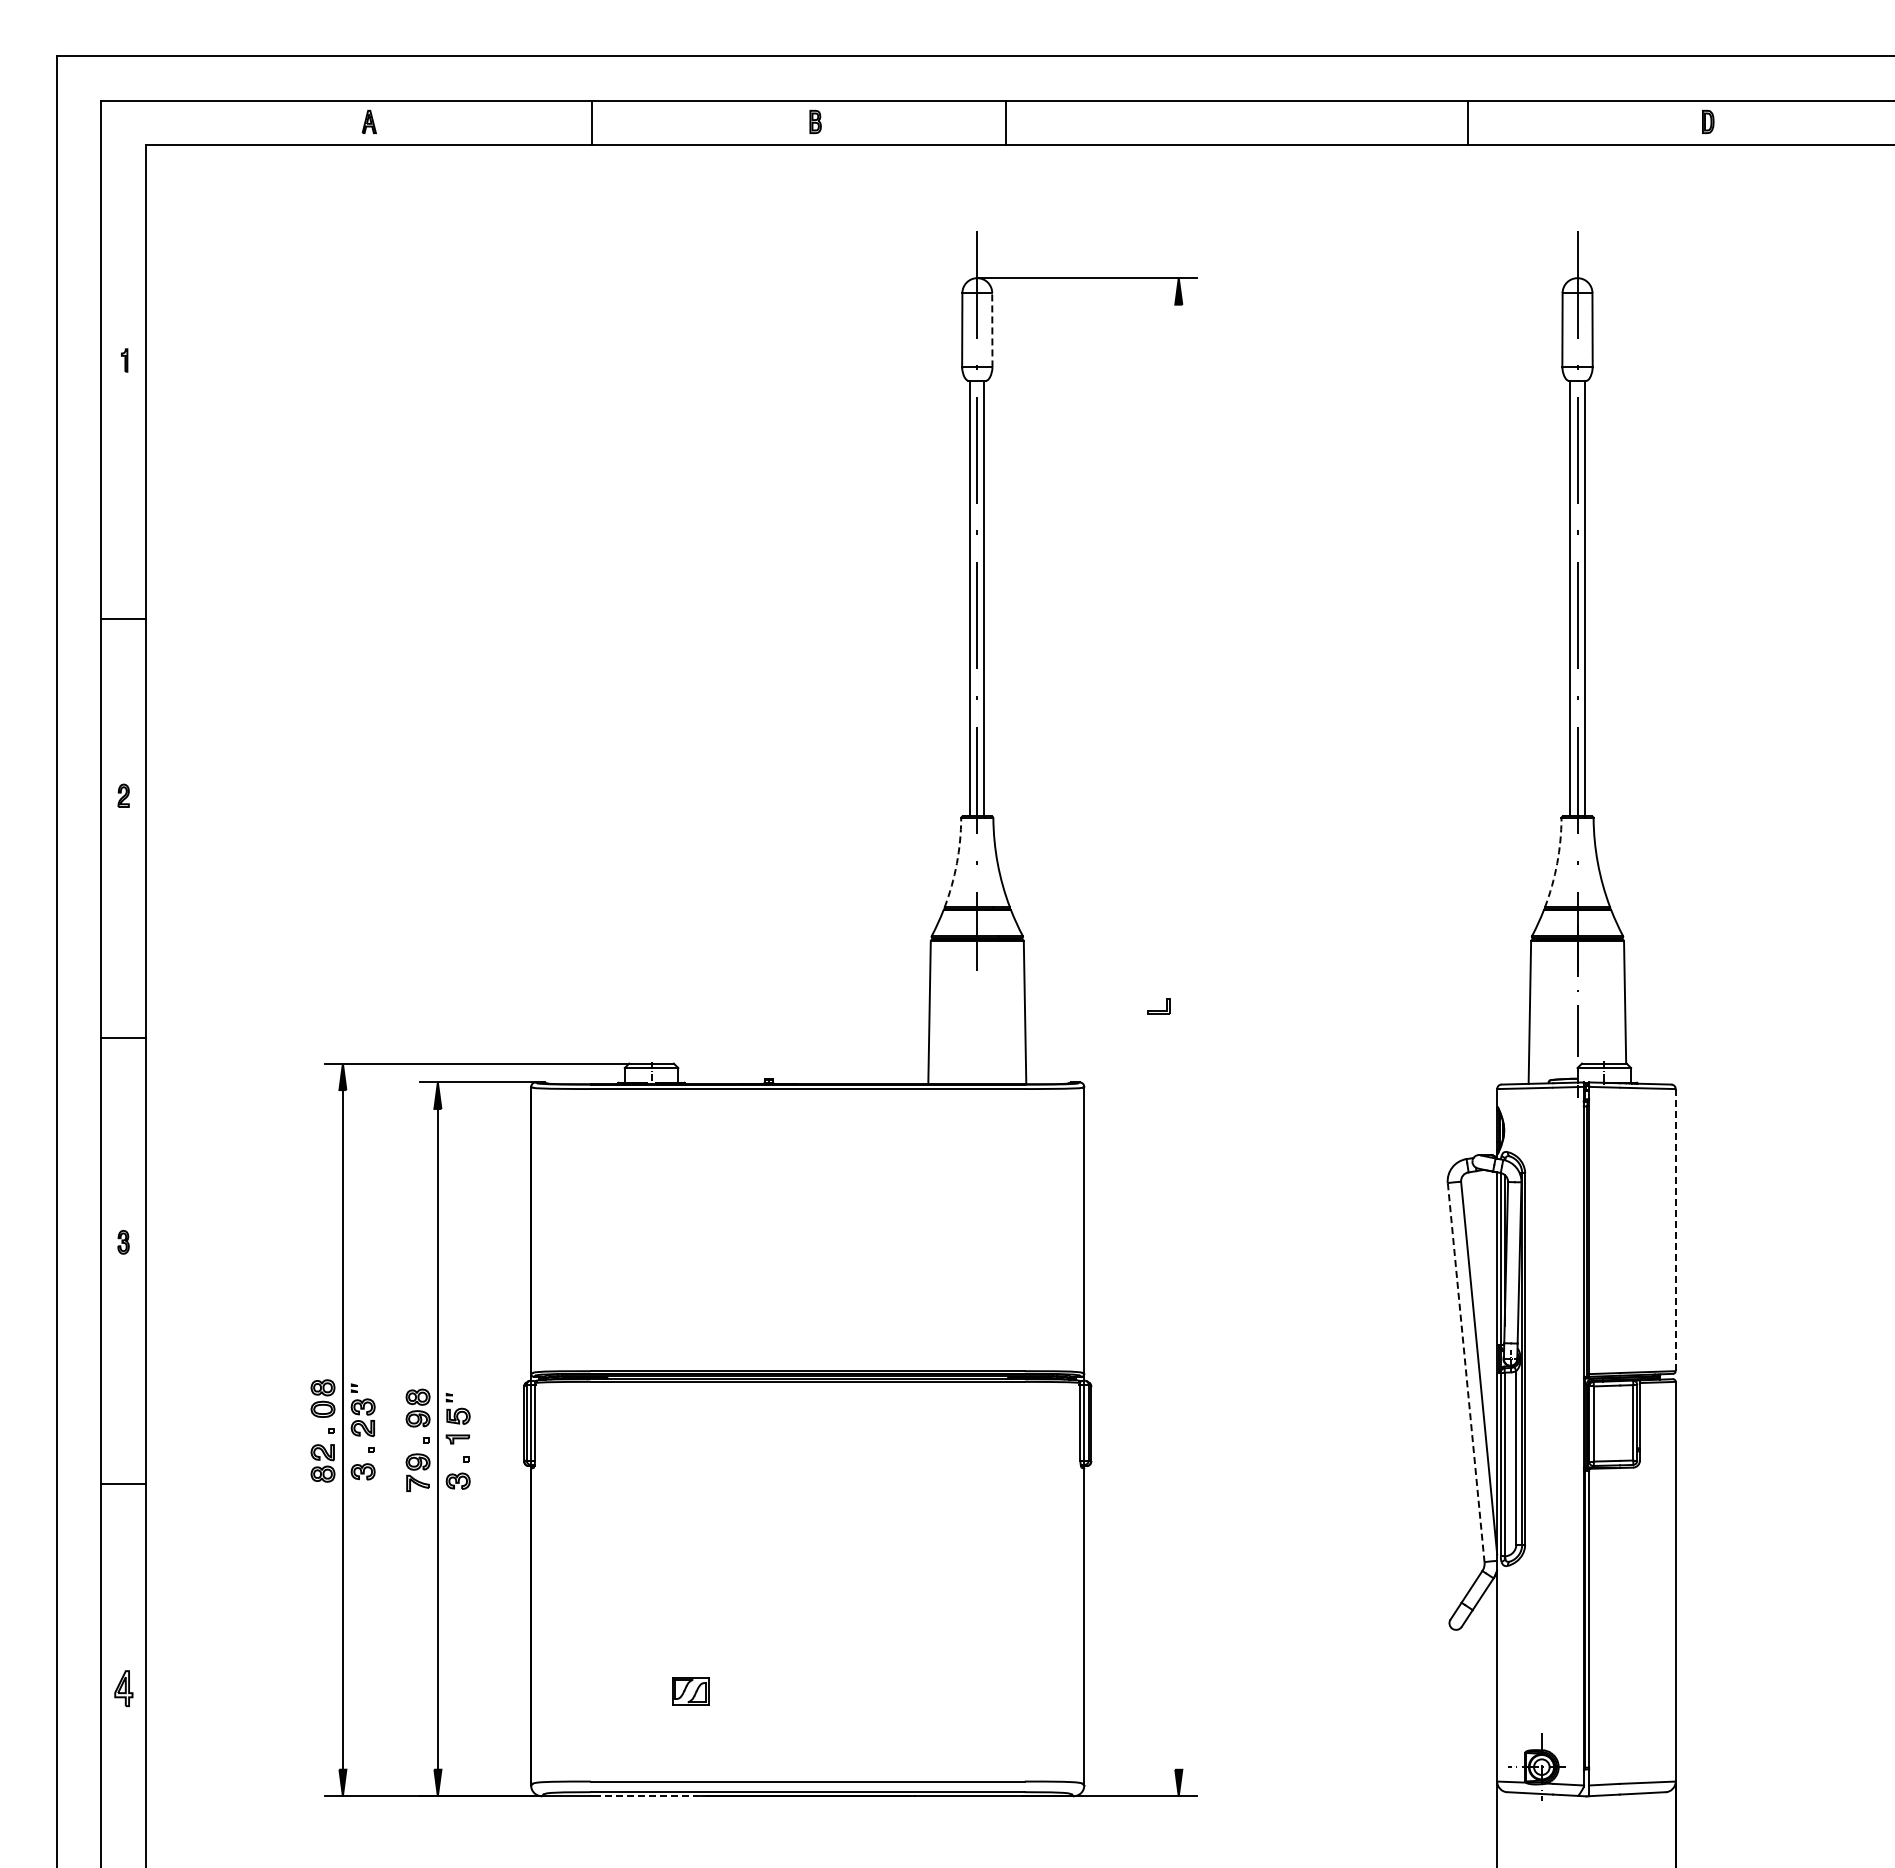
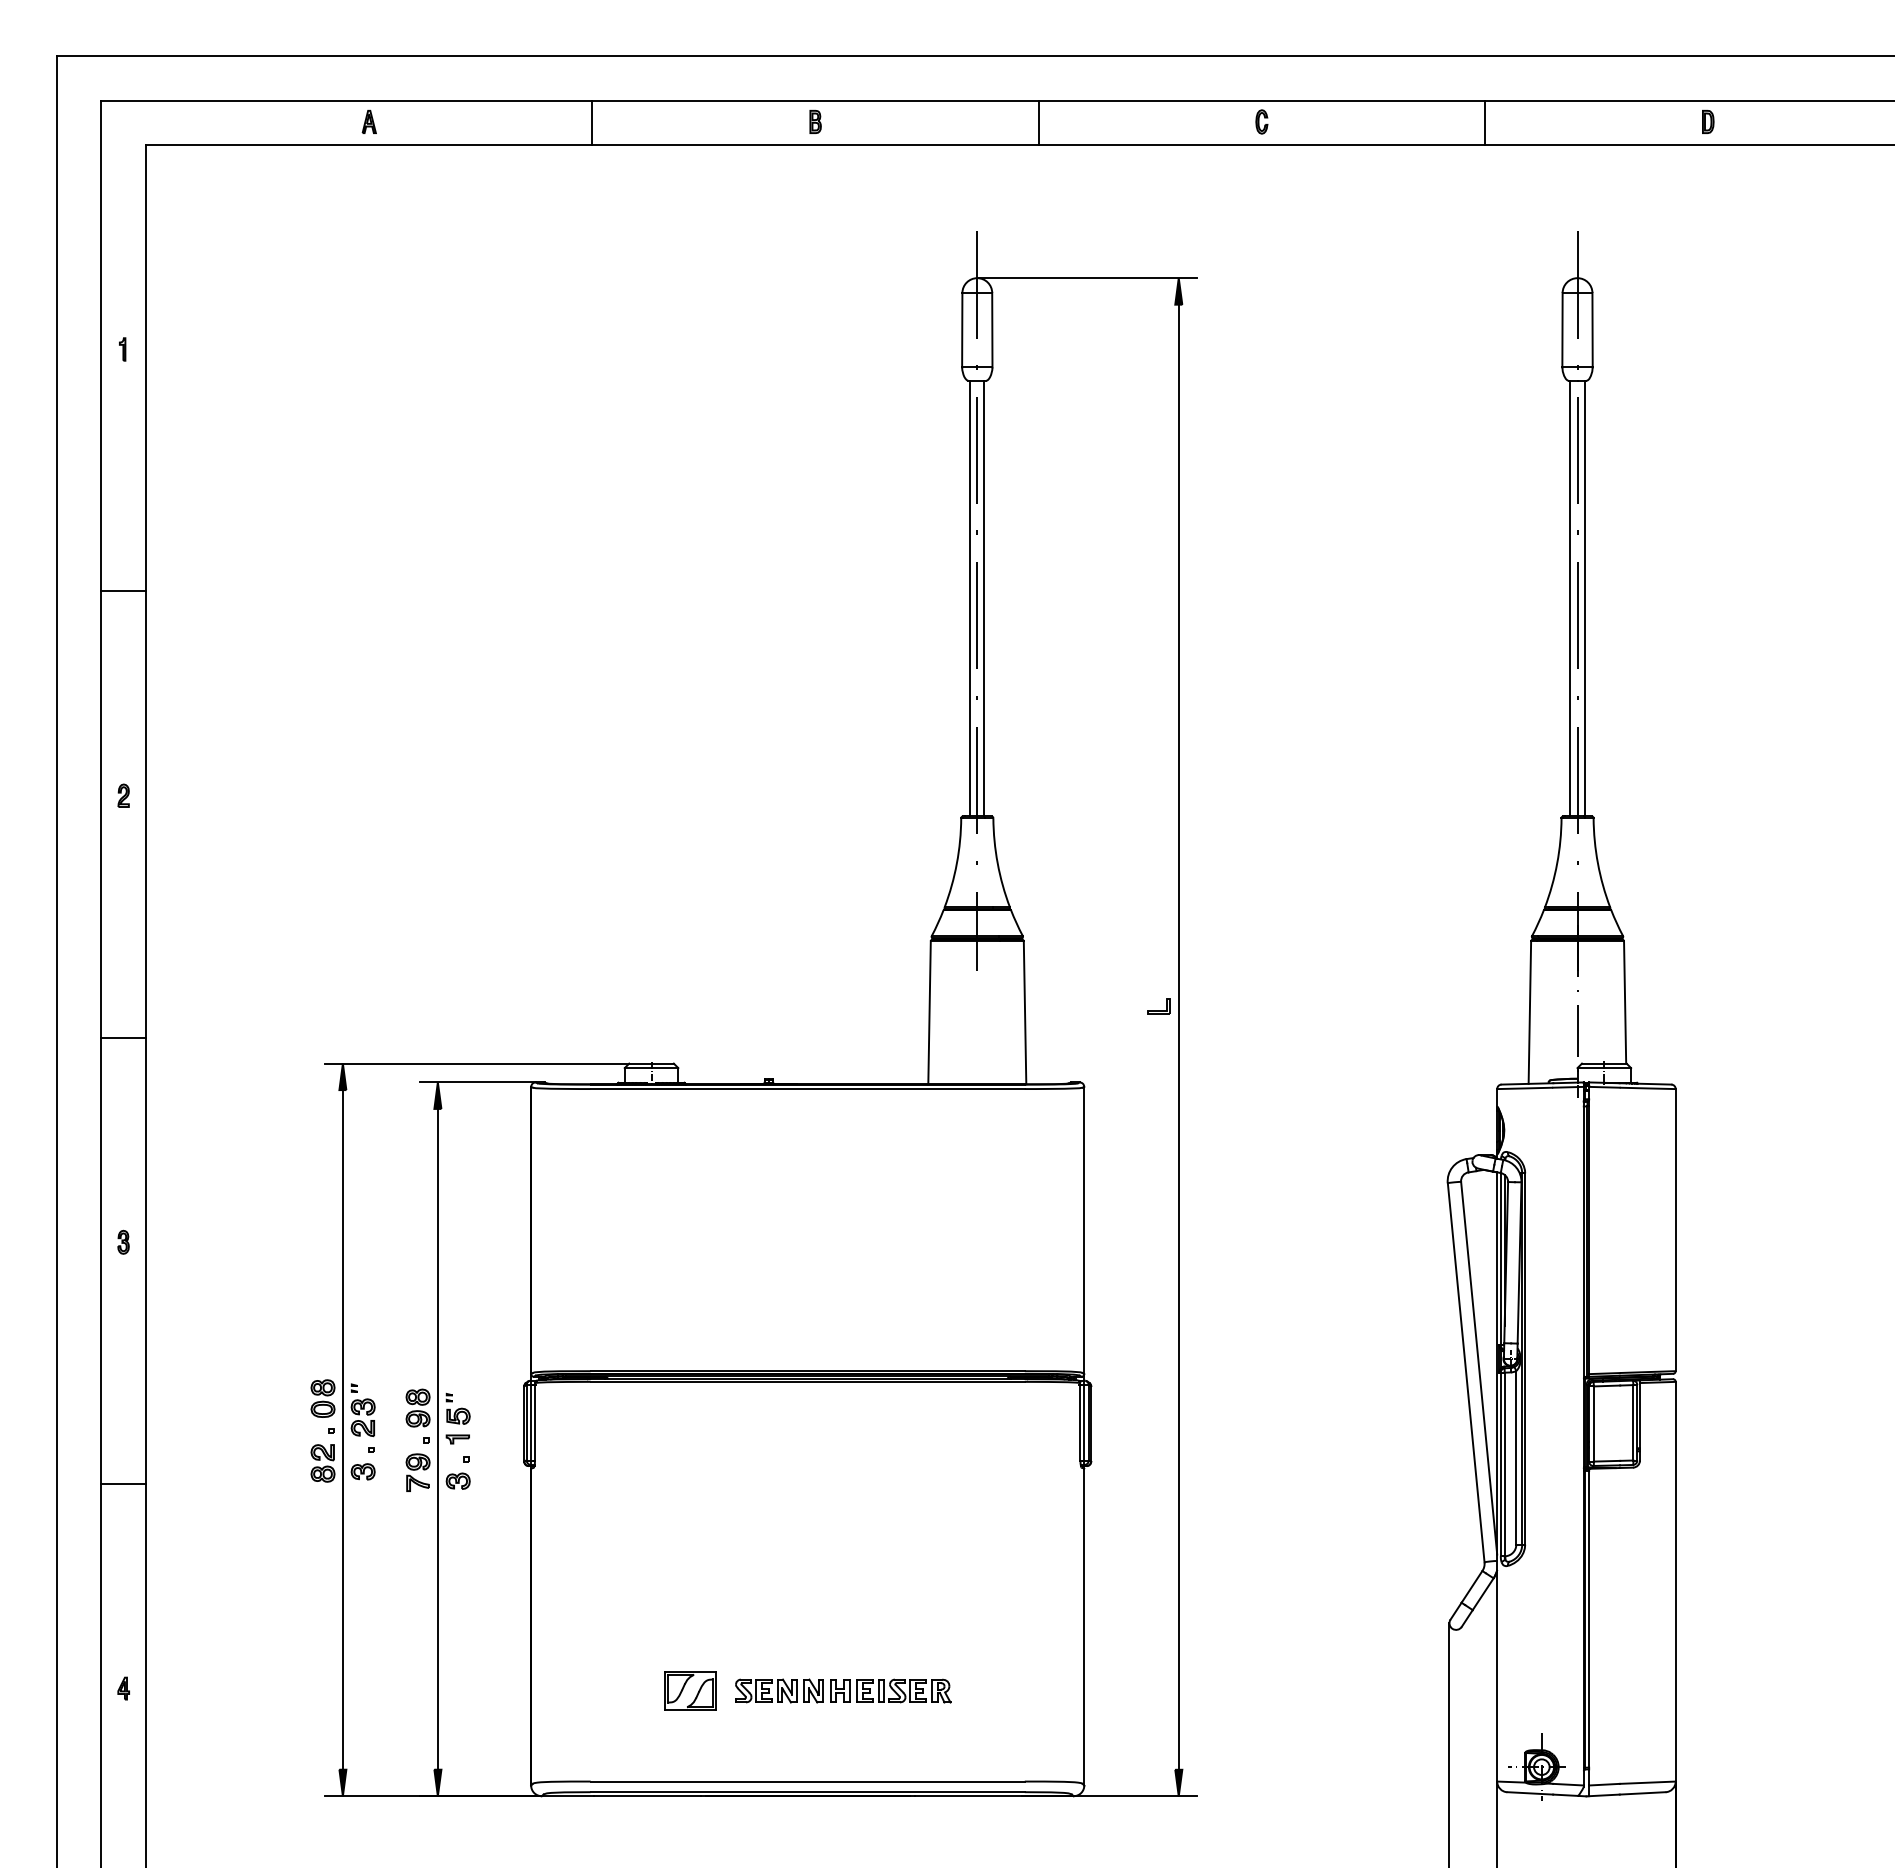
part at (1261, 121): none -> present
line at (1005, 122) position: (1005, 122) -> (1038, 122)
line at (1467, 122) position: (1467, 122) -> (1484, 122)
line at (992, 329): dashed -> solid
part at (124, 360) position: (124, 360) -> (122, 349)
line at (123, 619) position: (123, 619) -> (123, 591)
arc at (956, 863): dashed -> solid
arc at (1557, 863): dashed -> solid
line at (1178, 1036): none -> present
line at (1675, 1229): dashed -> solid
line at (1466, 1373): dashed -> solid
part at (123, 1688) size: 20x38 px -> 13x25 px
part at (843, 1690): none -> present
part at (690, 1691) size: 38x29 px -> 53x40 px
line at (1449, 1743): none -> present
line at (647, 1796): dashed -> solid
